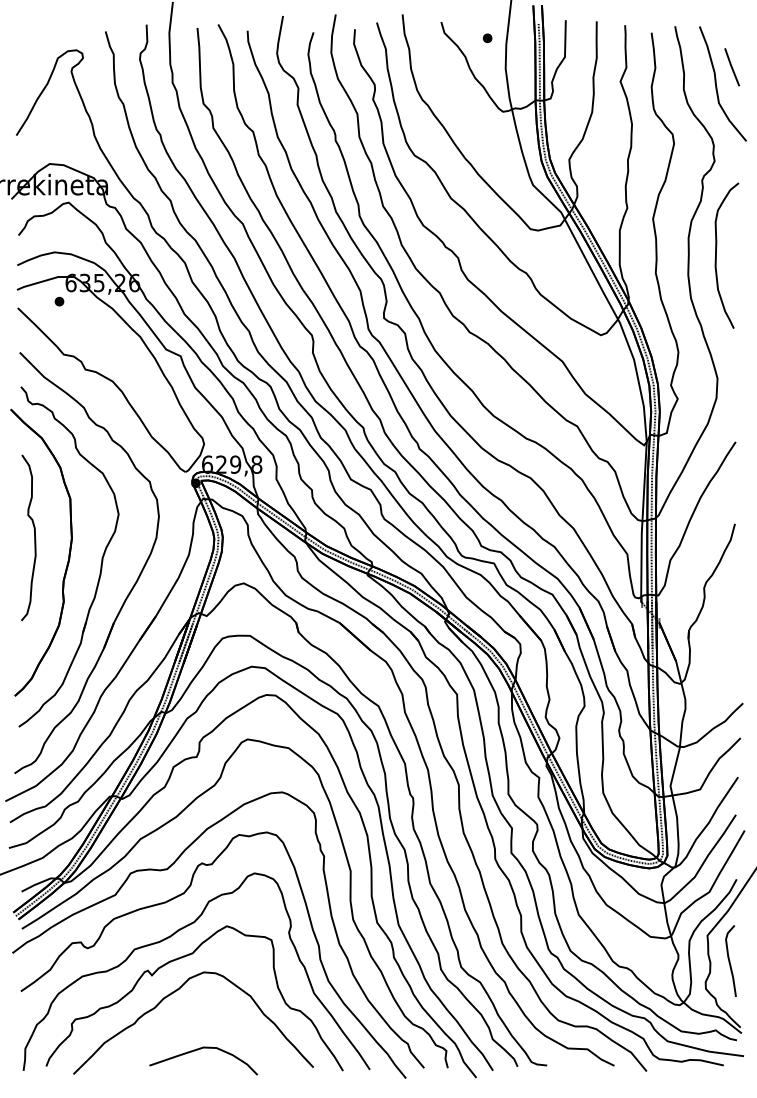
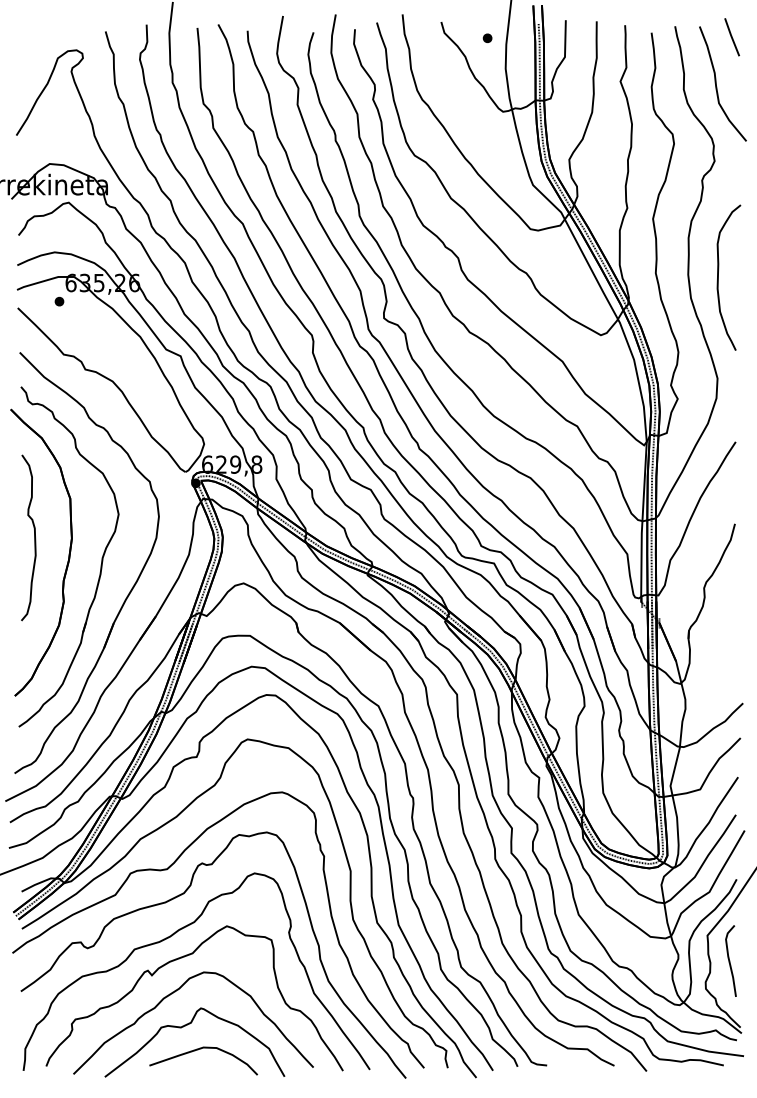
line at (731, 67) position: (731, 67) -> (731, 37)
curve at (716, 255) position: (716, 255) -> (718, 277)
part at (185, 1026): none -> present
